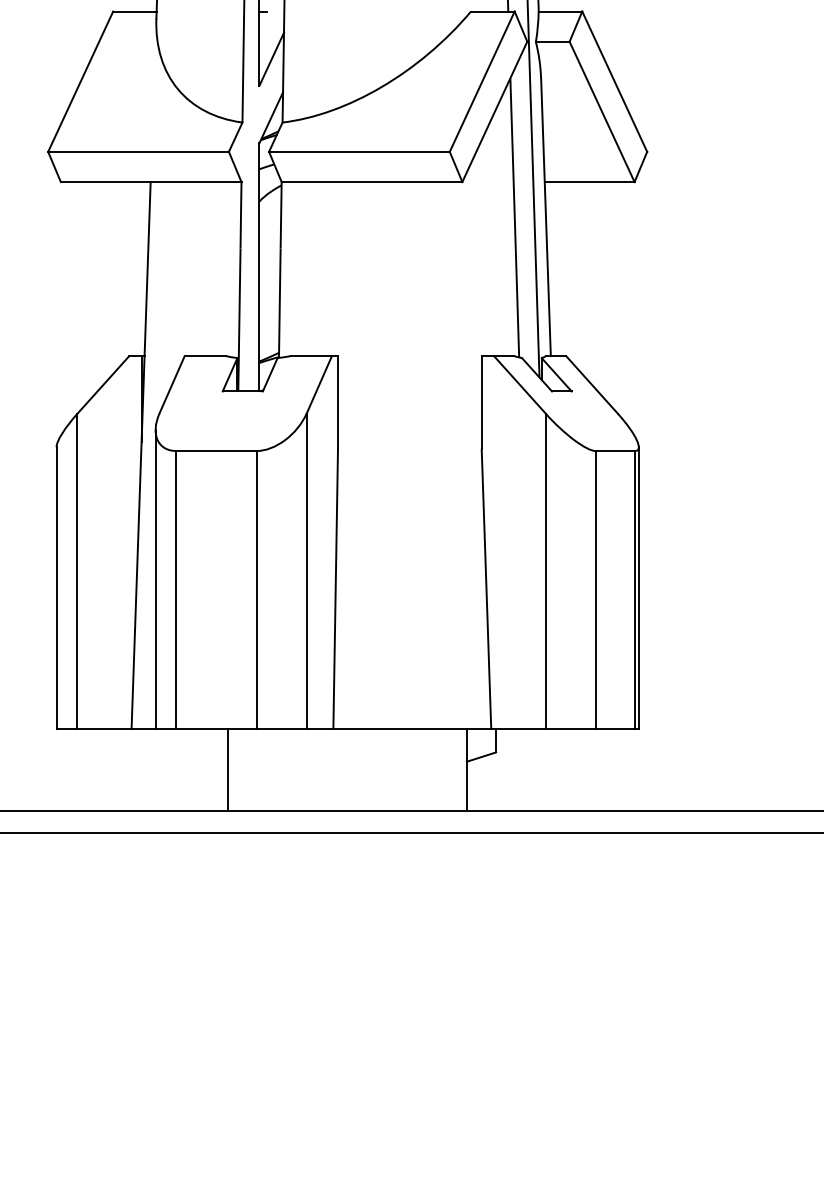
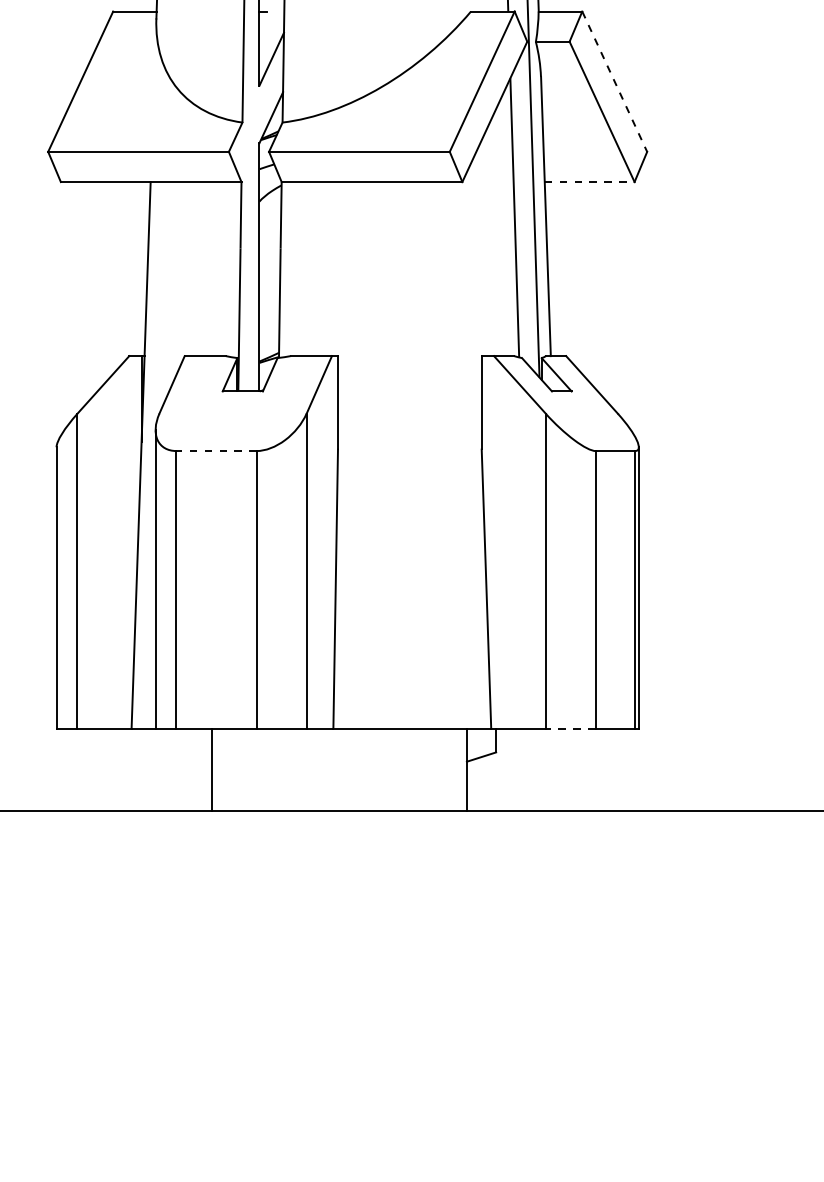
line at (614, 82): solid -> dashed
line at (589, 182): solid -> dashed
line at (216, 451): solid -> dashed
line at (570, 728): solid -> dashed
line at (228, 769) position: (228, 769) -> (212, 769)
line at (411, 833): present -> none
